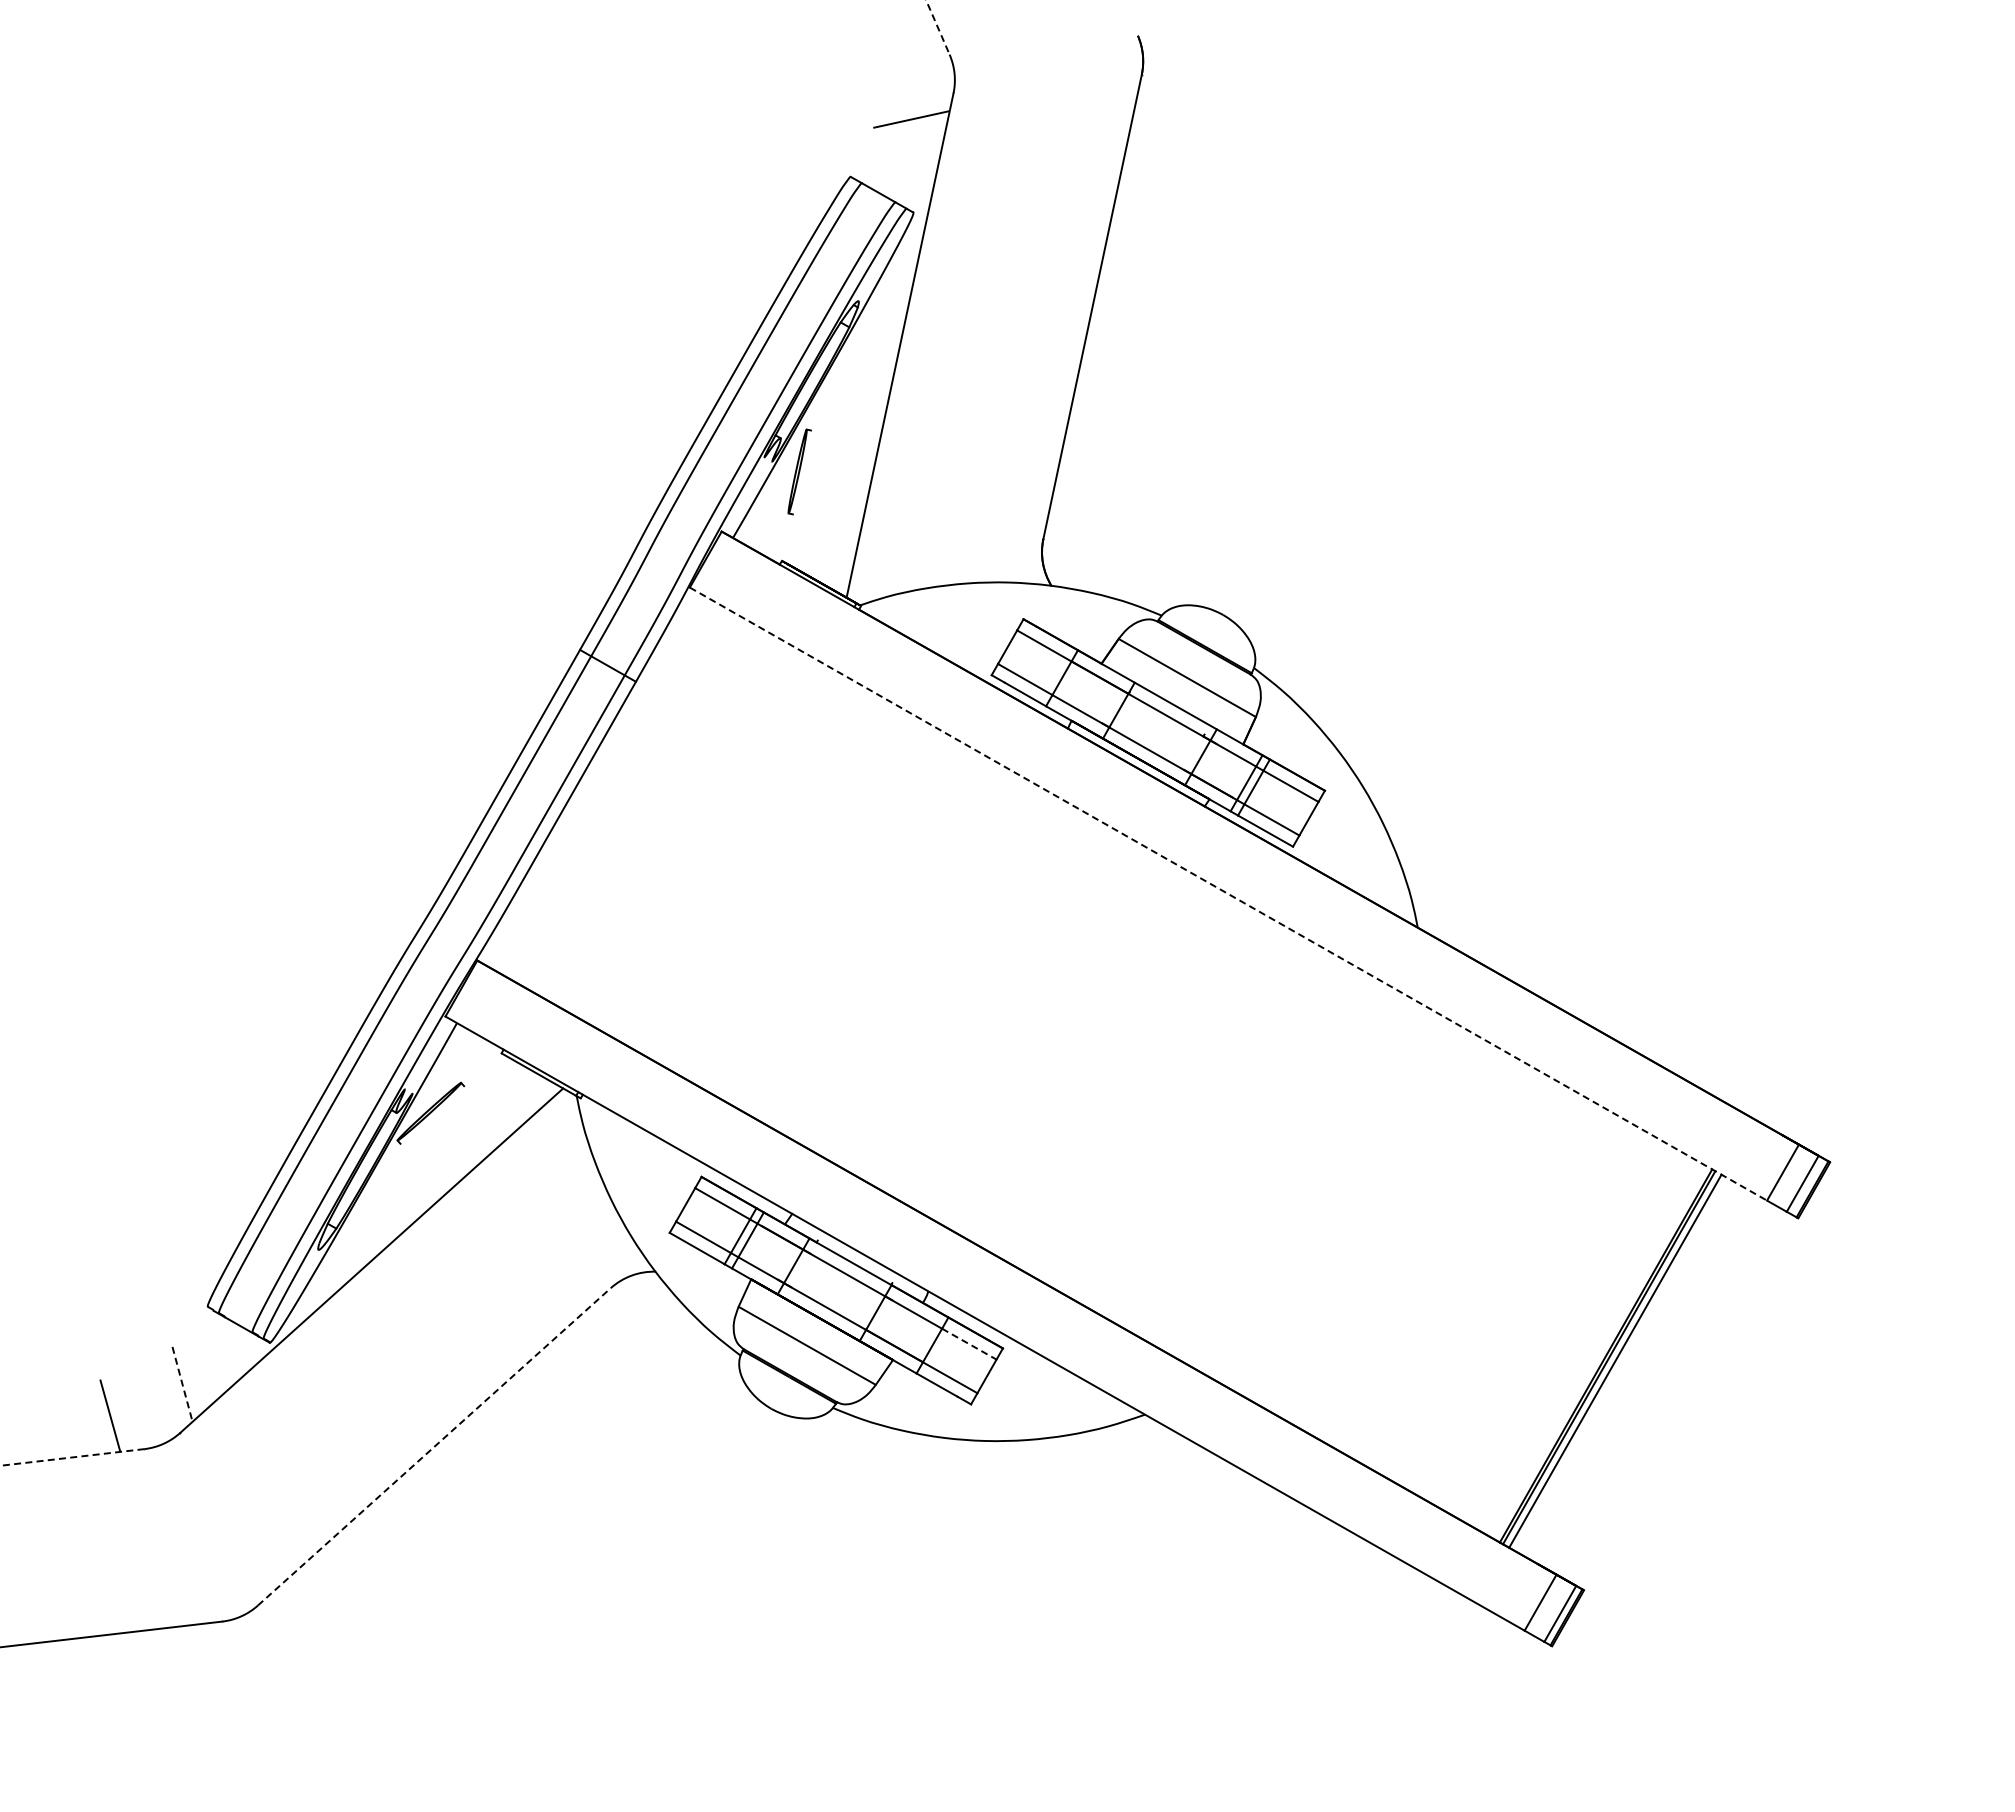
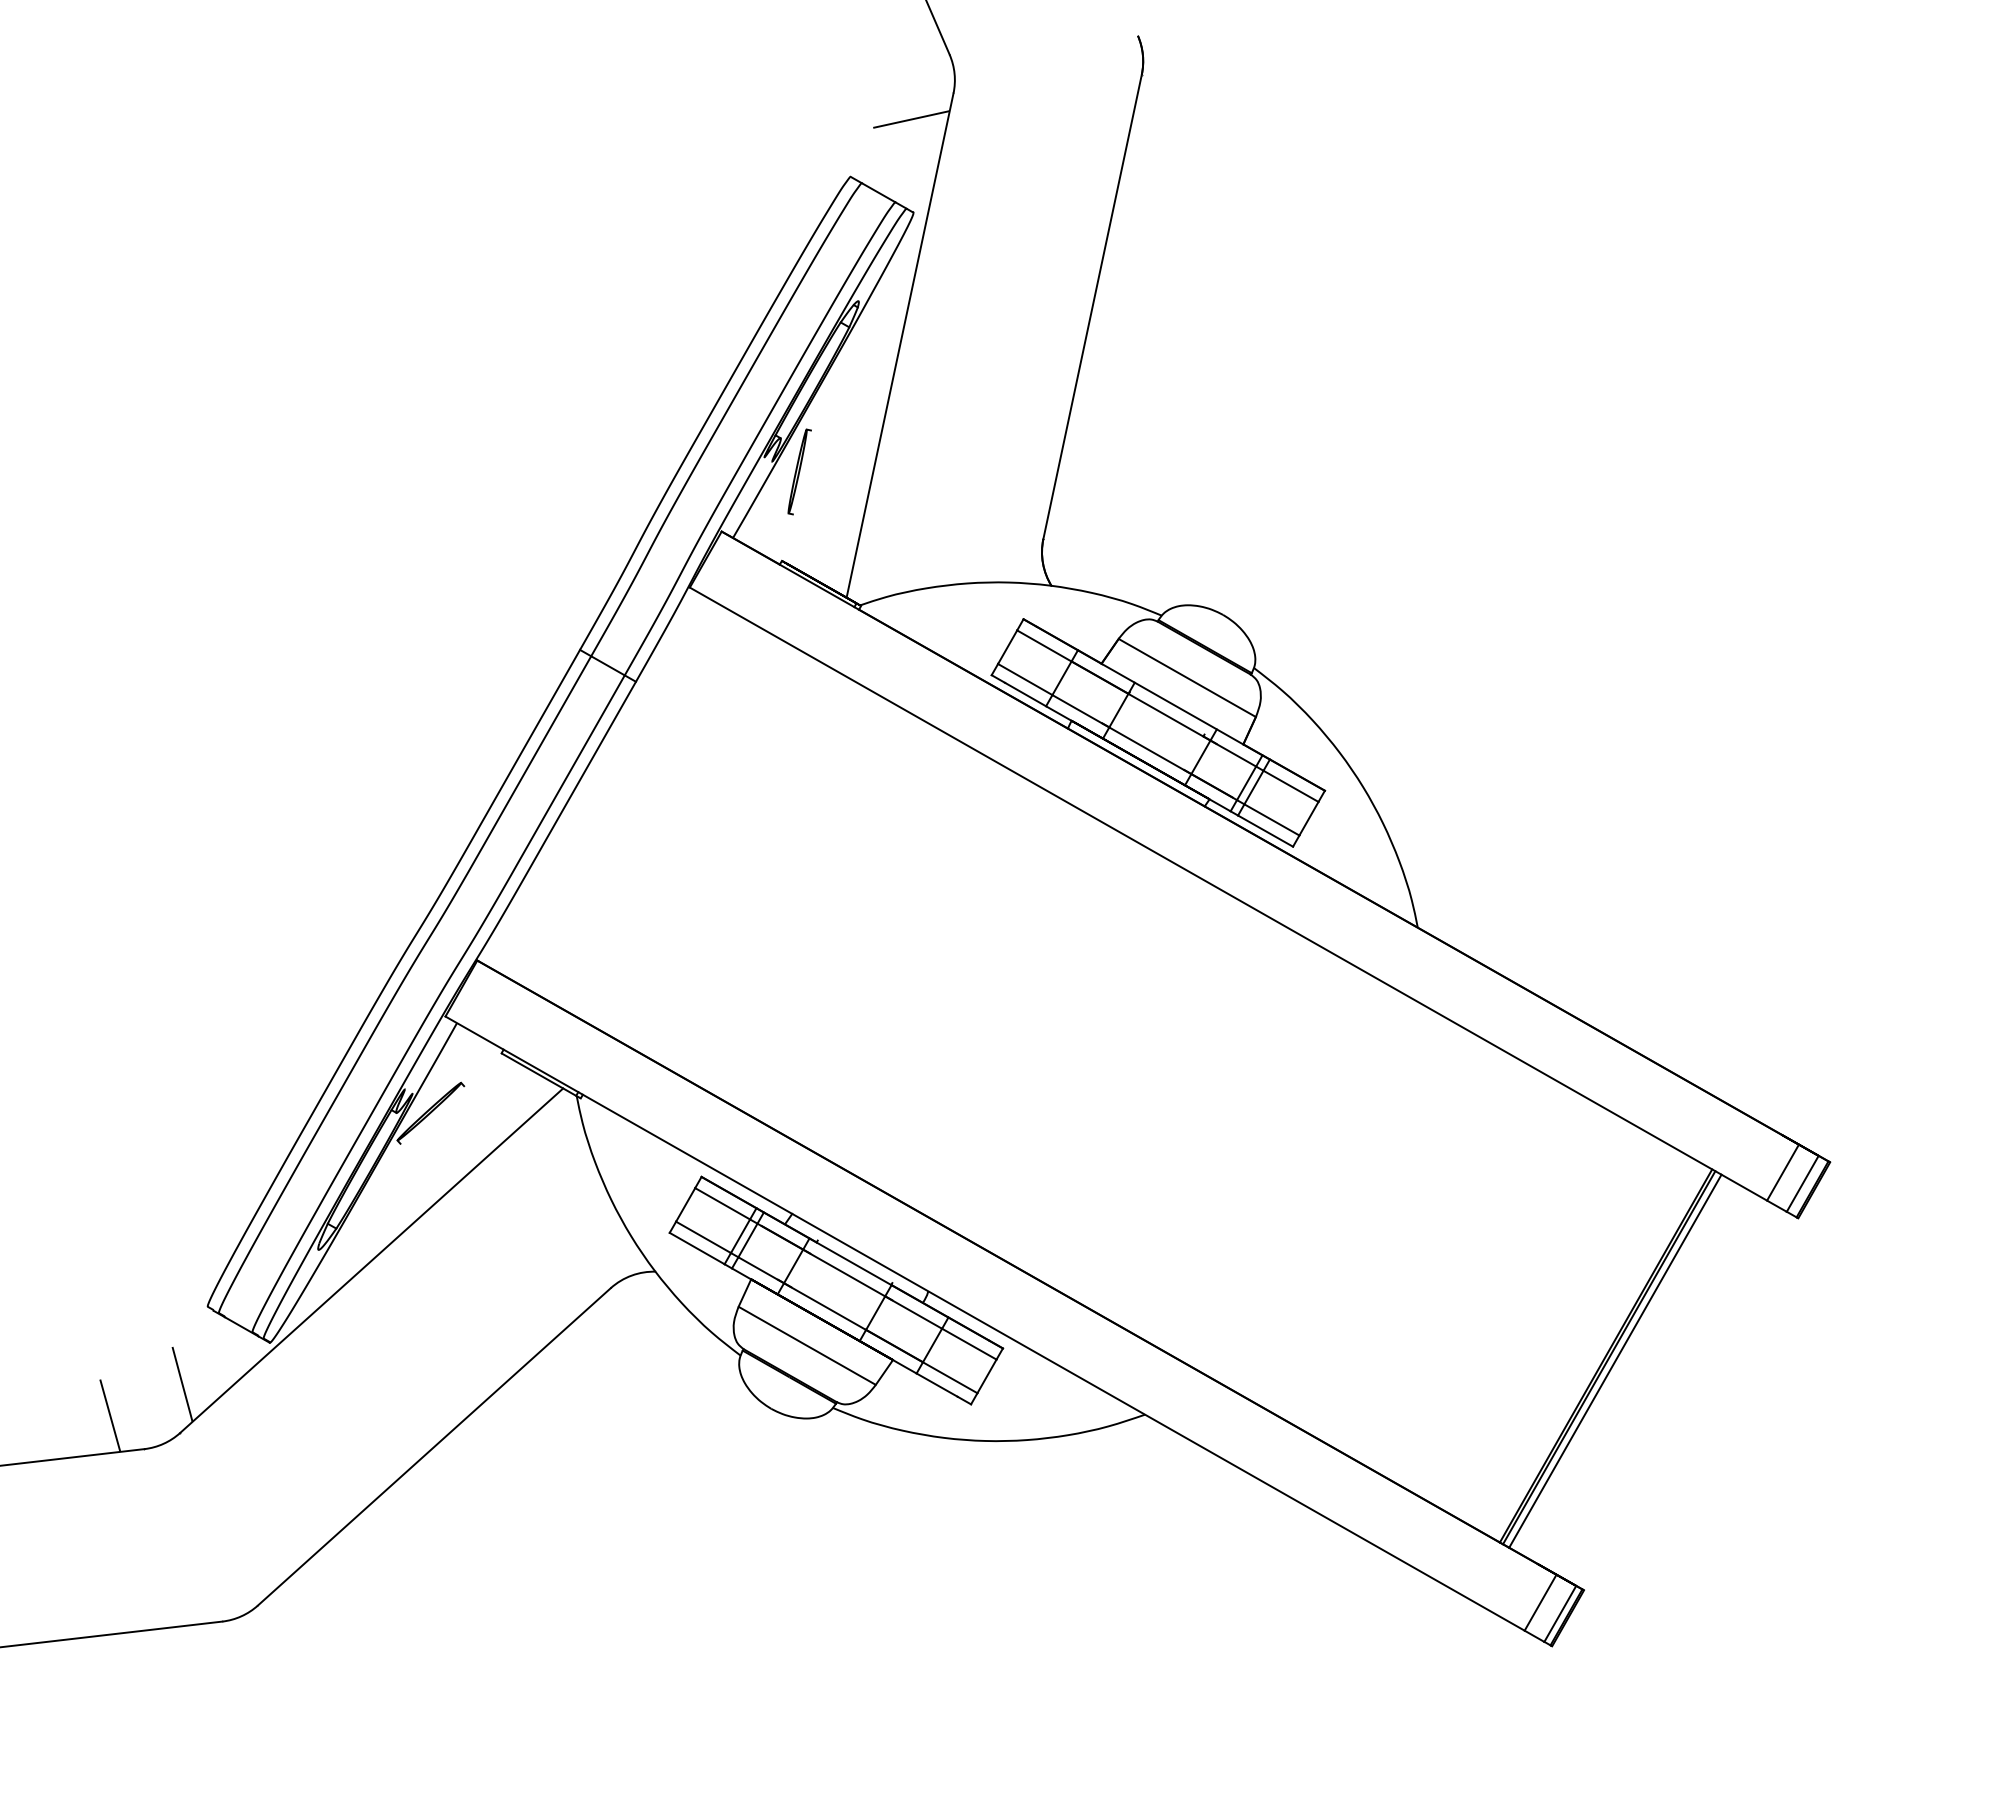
line at (938, 27): dashed -> solid
line at (1228, 894): dashed -> solid
line at (969, 1344): dashed -> solid
line at (182, 1385): dashed -> solid
line at (434, 1446): dashed -> solid
line at (72, 1457): dashed -> solid
